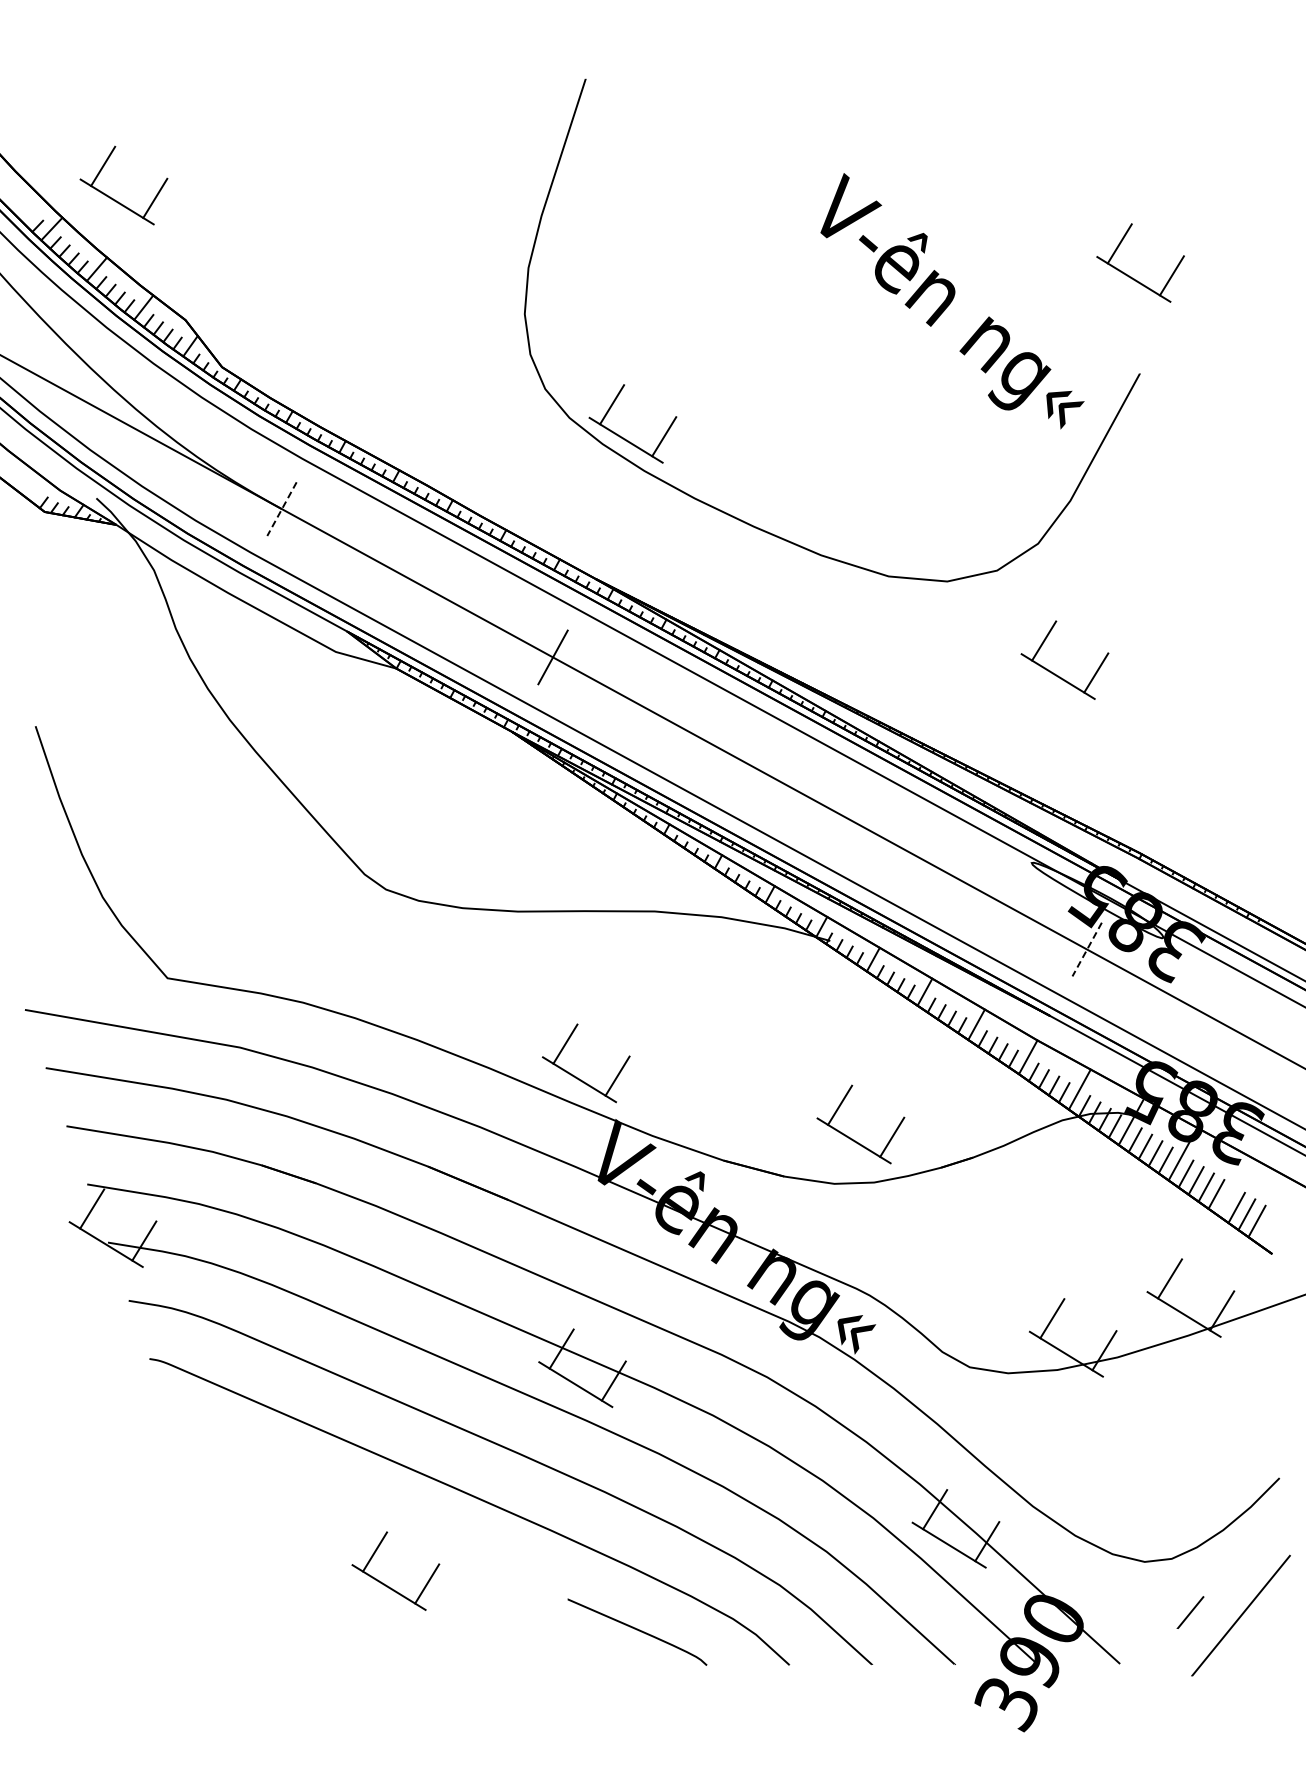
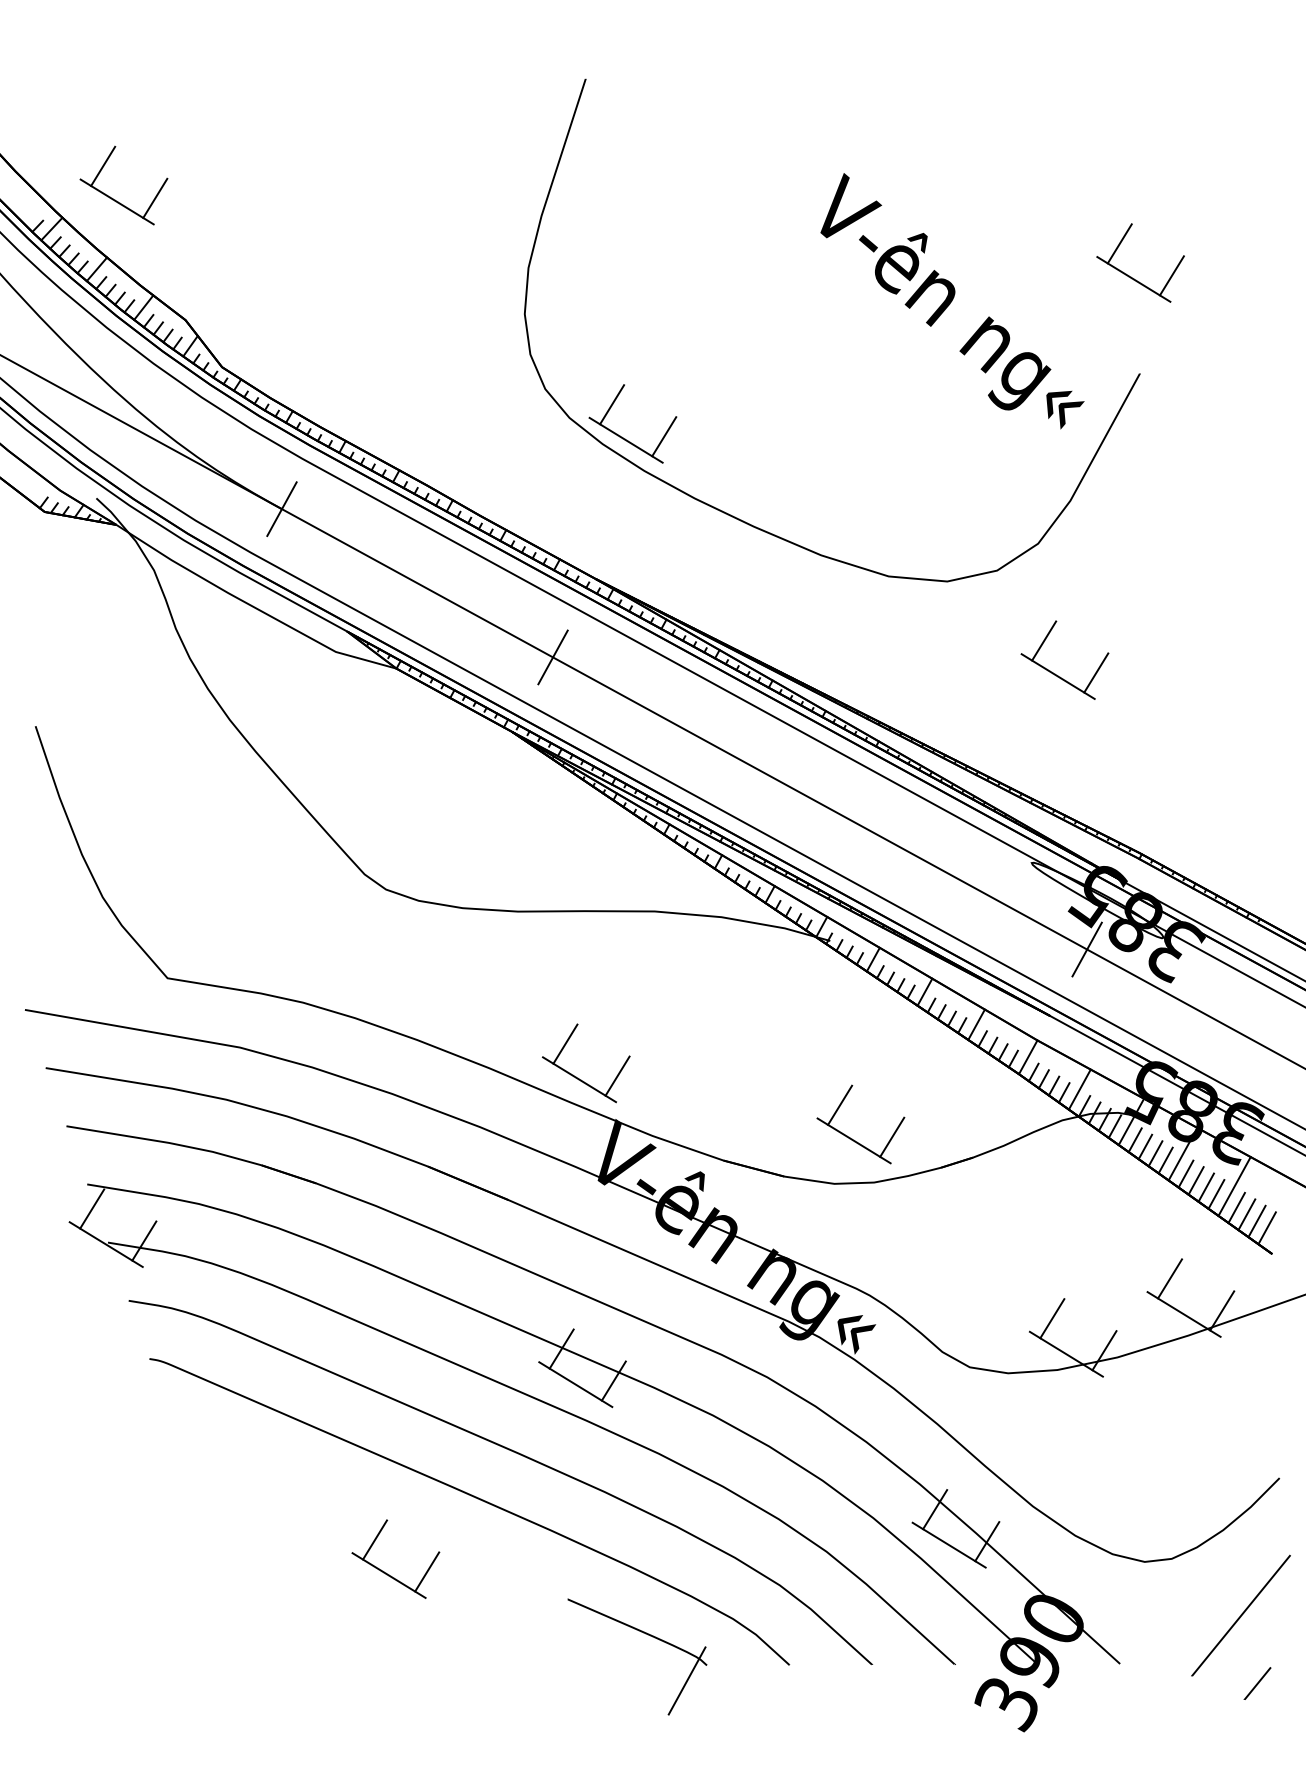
line at (281, 509): dashed -> solid
line at (1087, 949): dashed -> solid
line at (1234, 1186): none -> present
line at (1266, 1228): none -> present
part at (386, 1584) position: (386, 1584) -> (386, 1572)
line at (1190, 1612) position: (1190, 1612) -> (1257, 1683)
line at (686, 1680): none -> present
